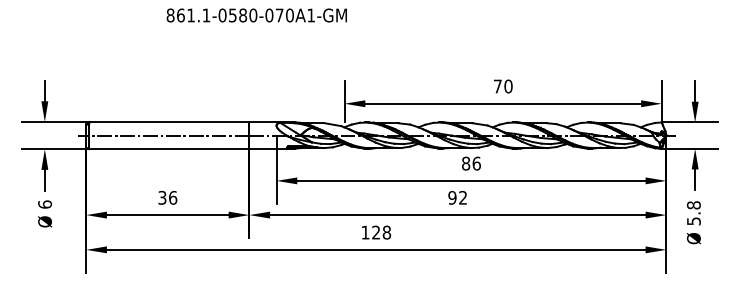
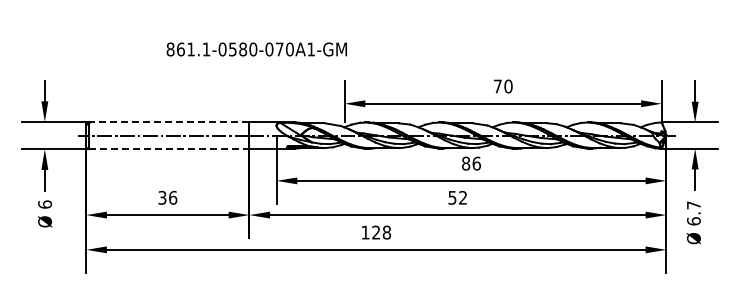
text at (256, 15) position: (256, 15) -> (256, 49)
line at (168, 122): solid -> dashed
line at (169, 149): solid -> dashed
text at (452, 197): 92 -> 52
text at (693, 213): 5.8 -> 6.7
